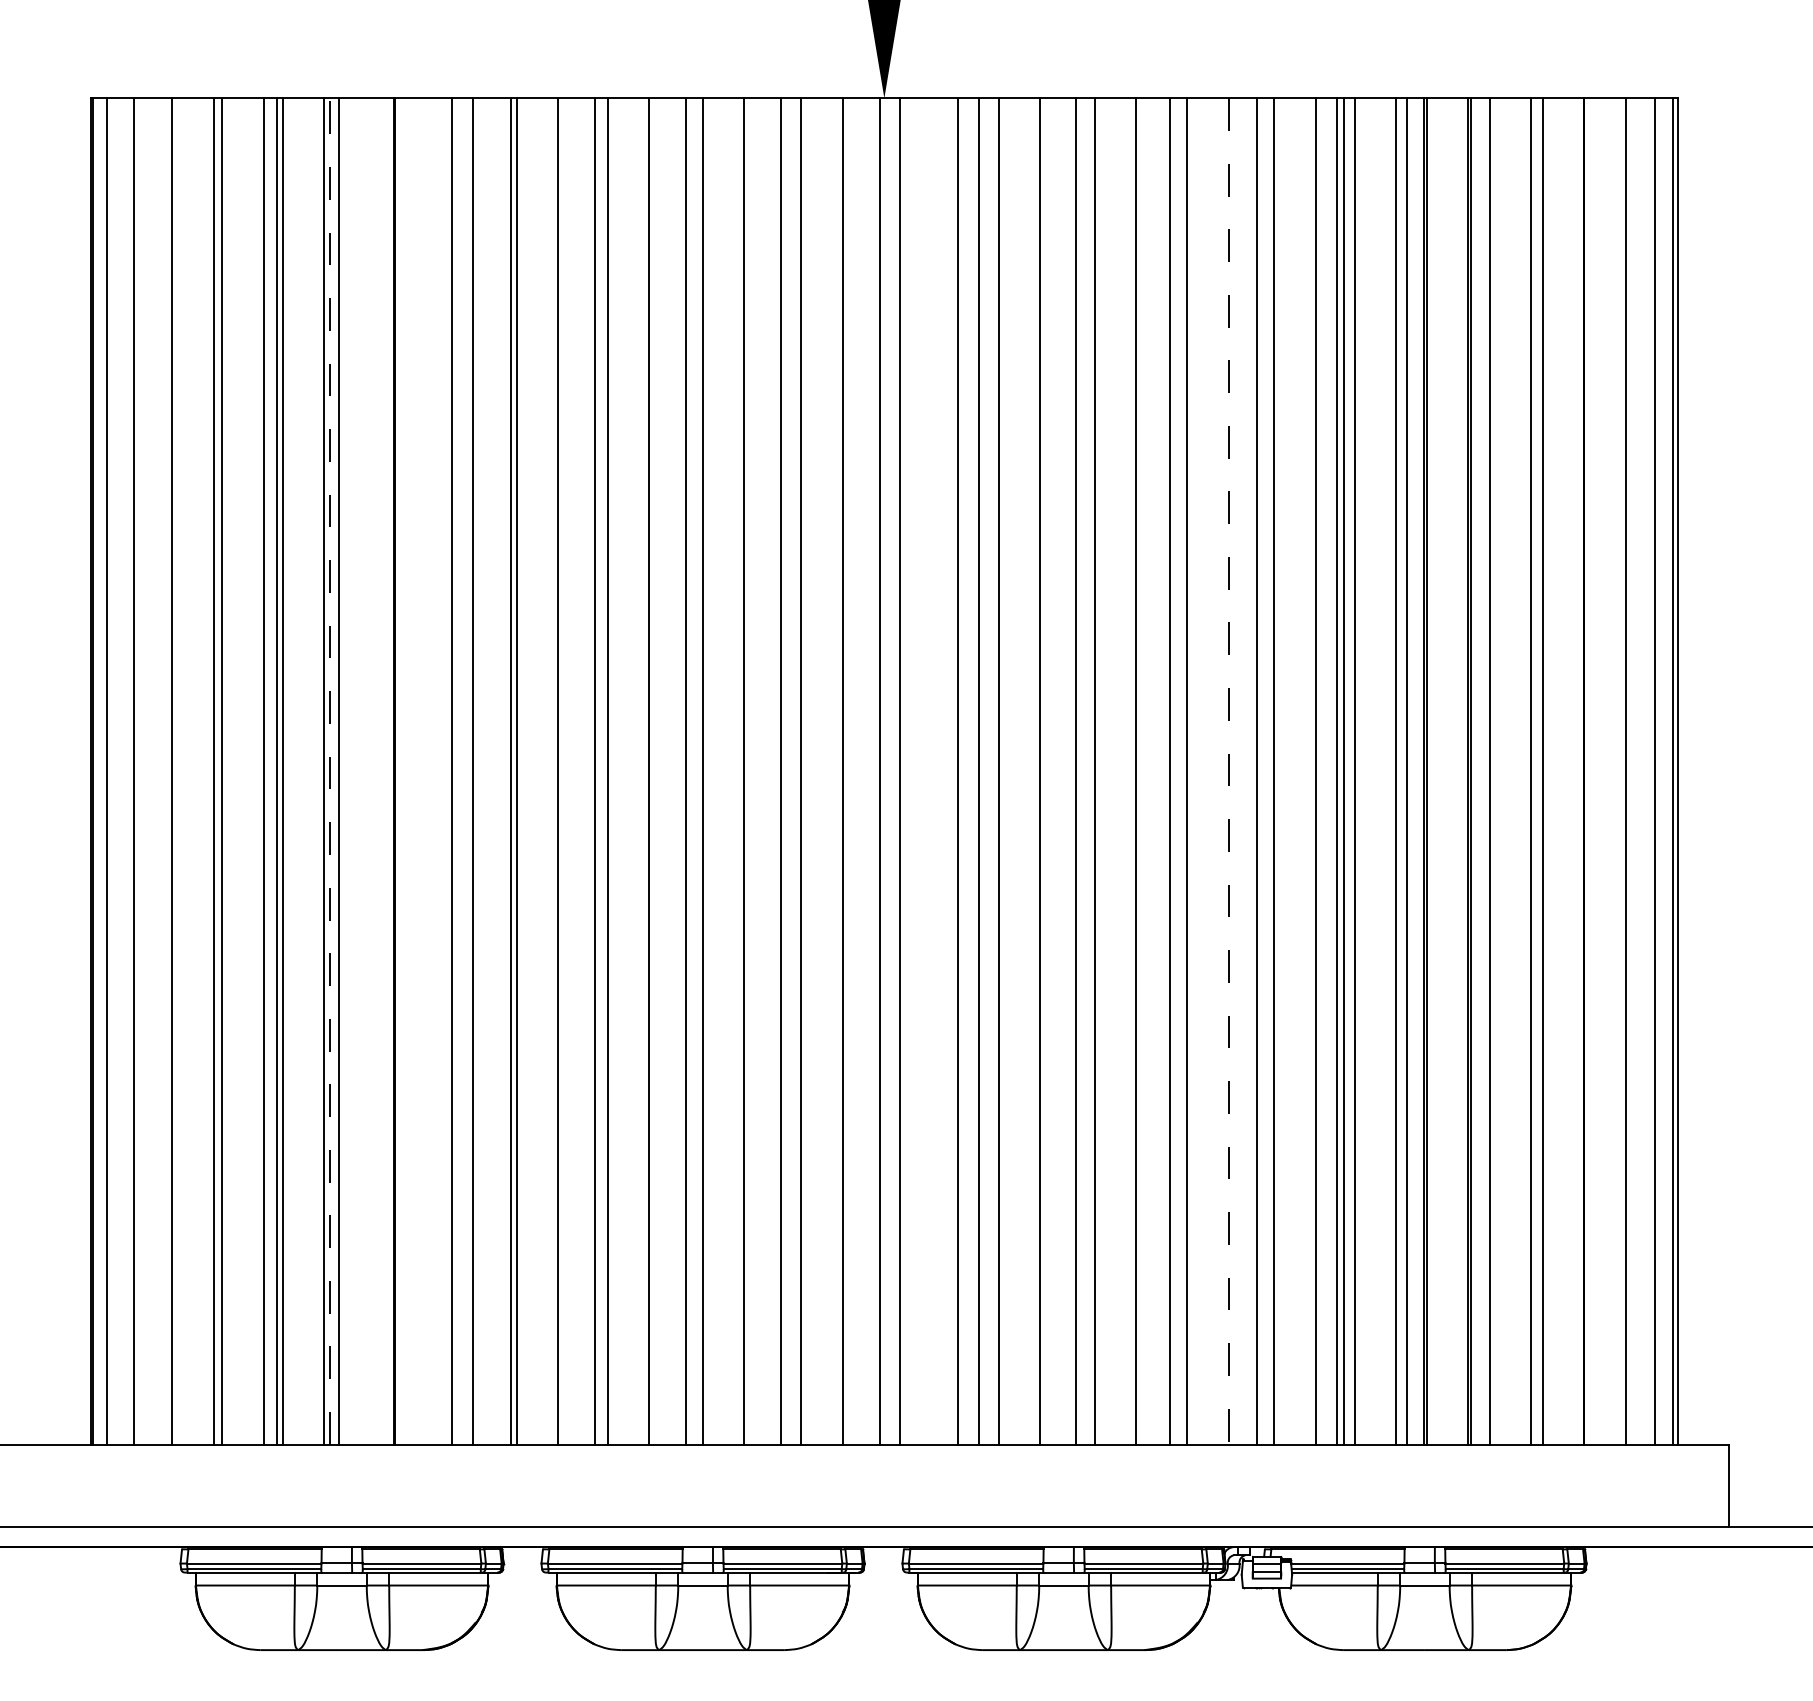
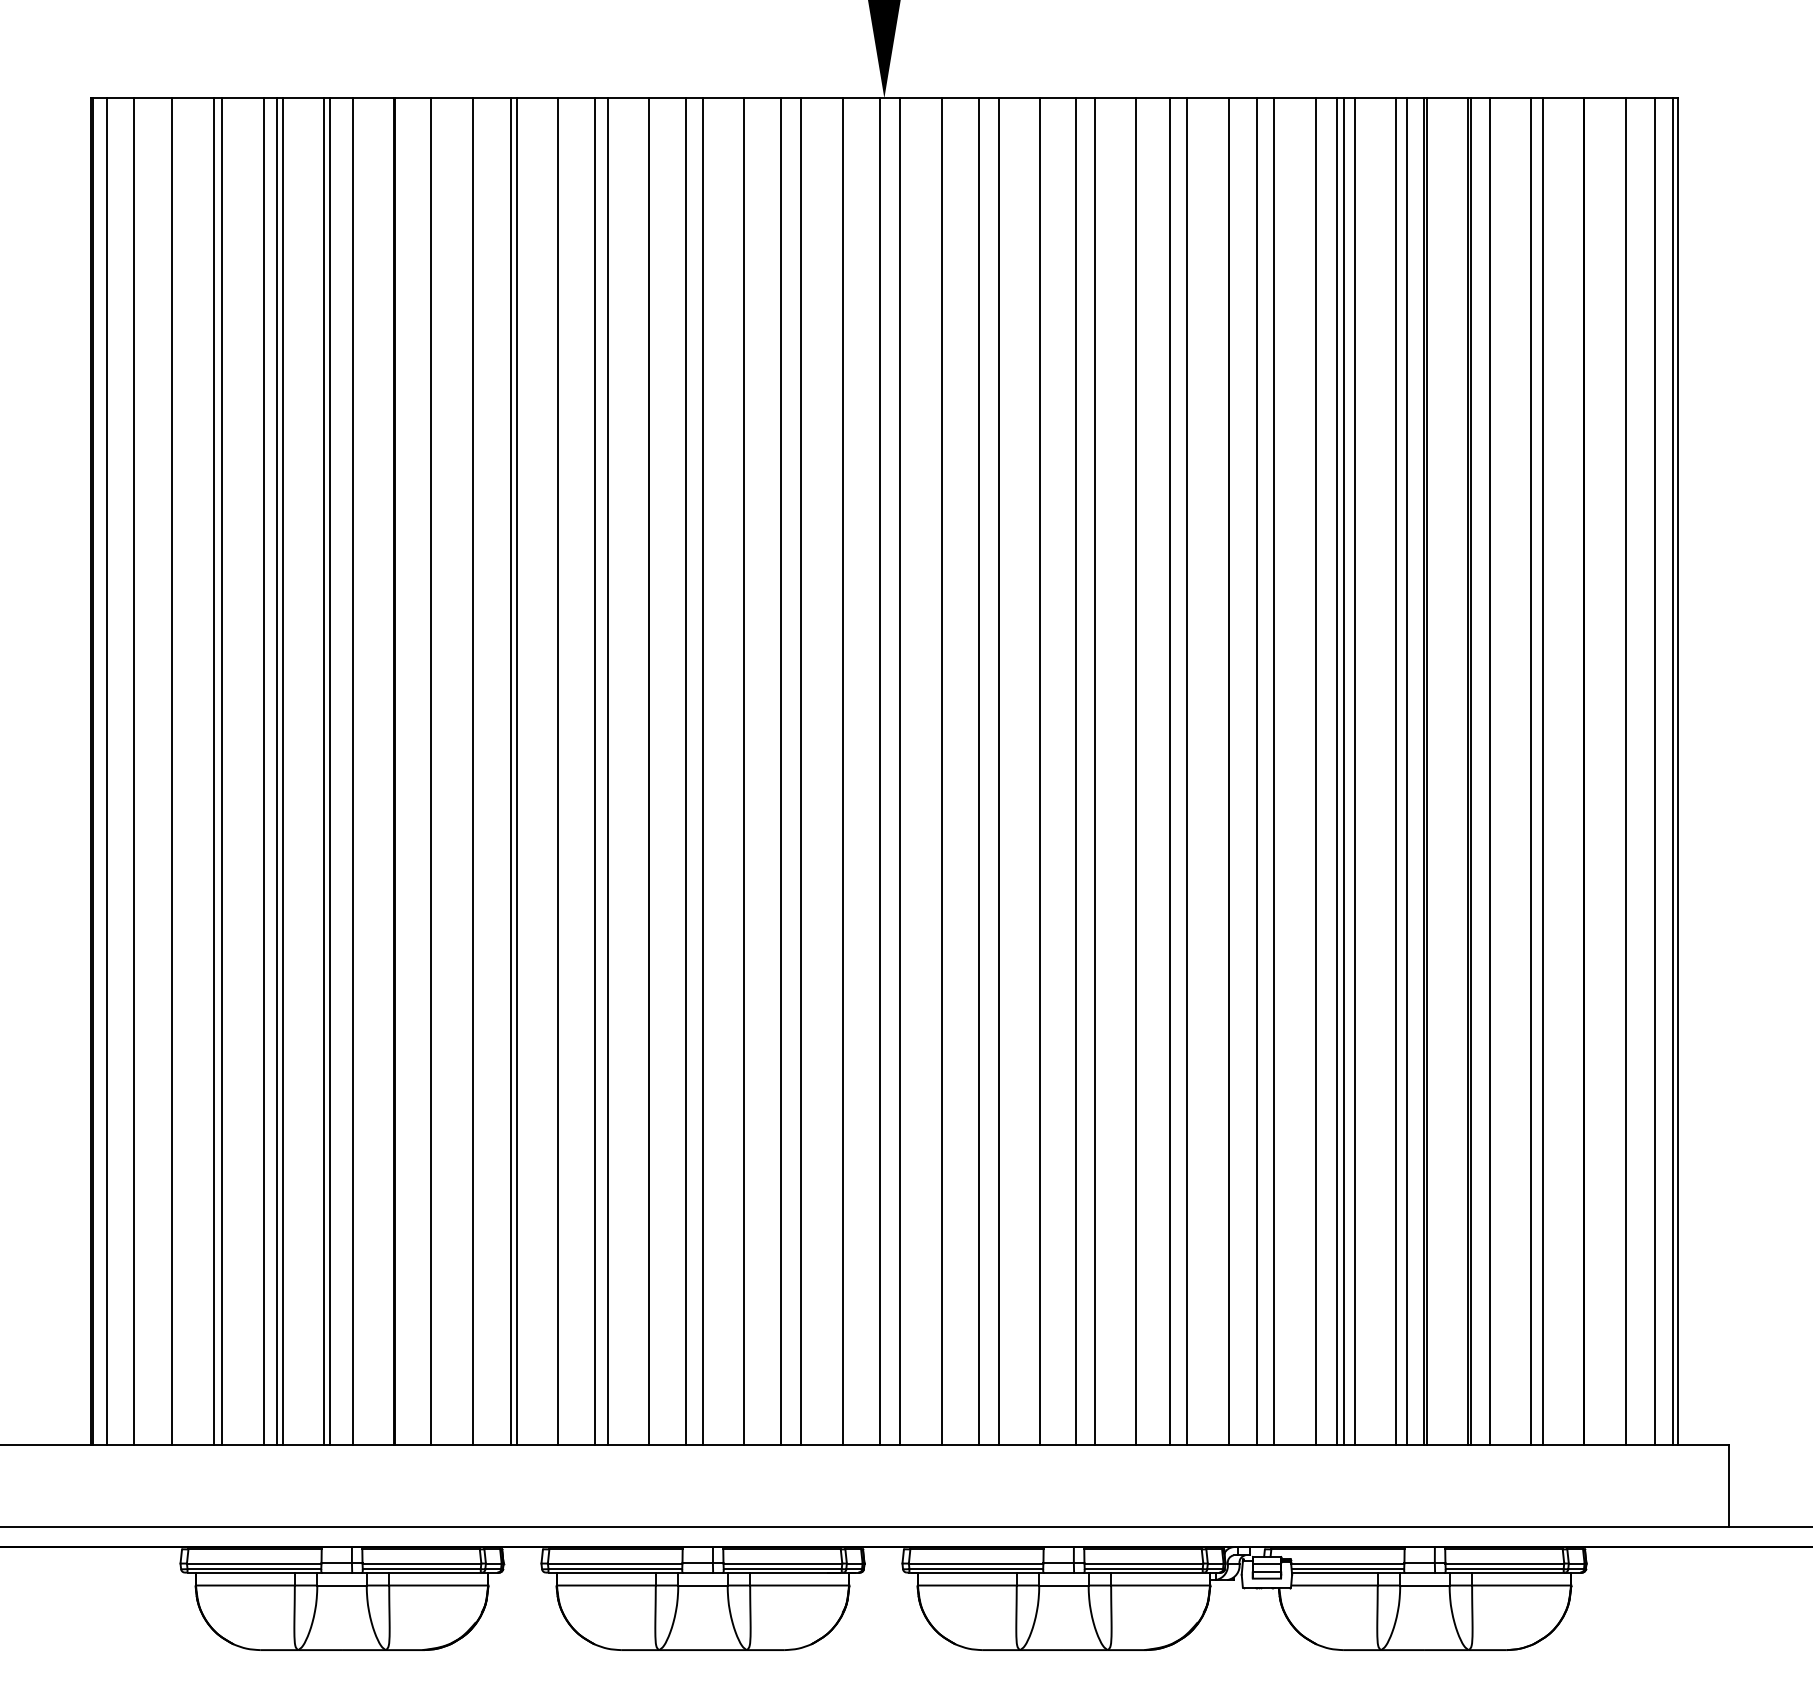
line at (330, 771): dashed -> solid
line at (338, 771) position: (338, 771) -> (352, 771)
line at (452, 771) position: (452, 771) -> (431, 771)
line at (957, 771) position: (957, 771) -> (941, 771)
line at (1228, 772): dashed -> solid
